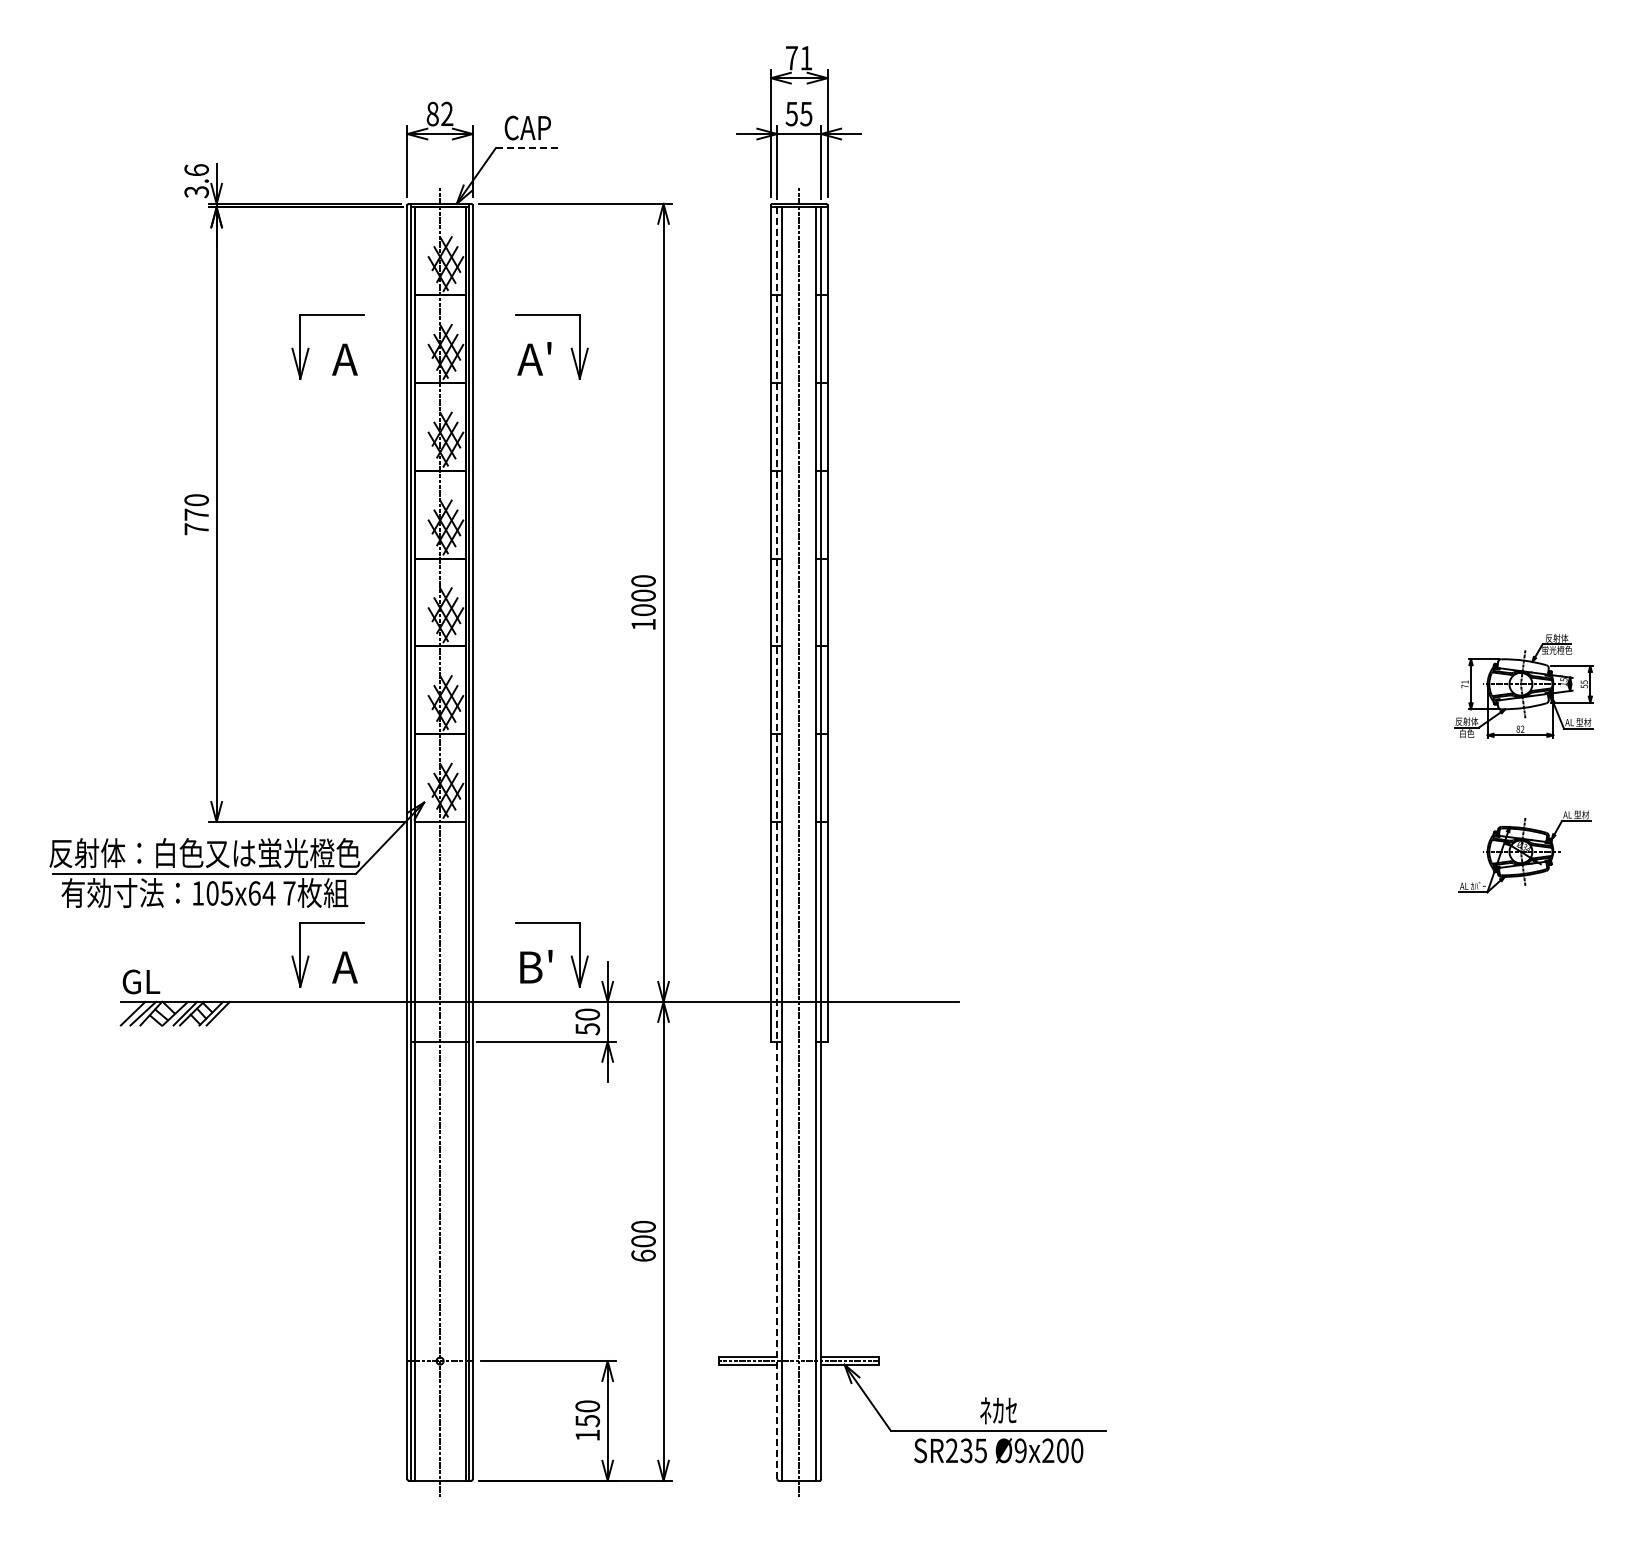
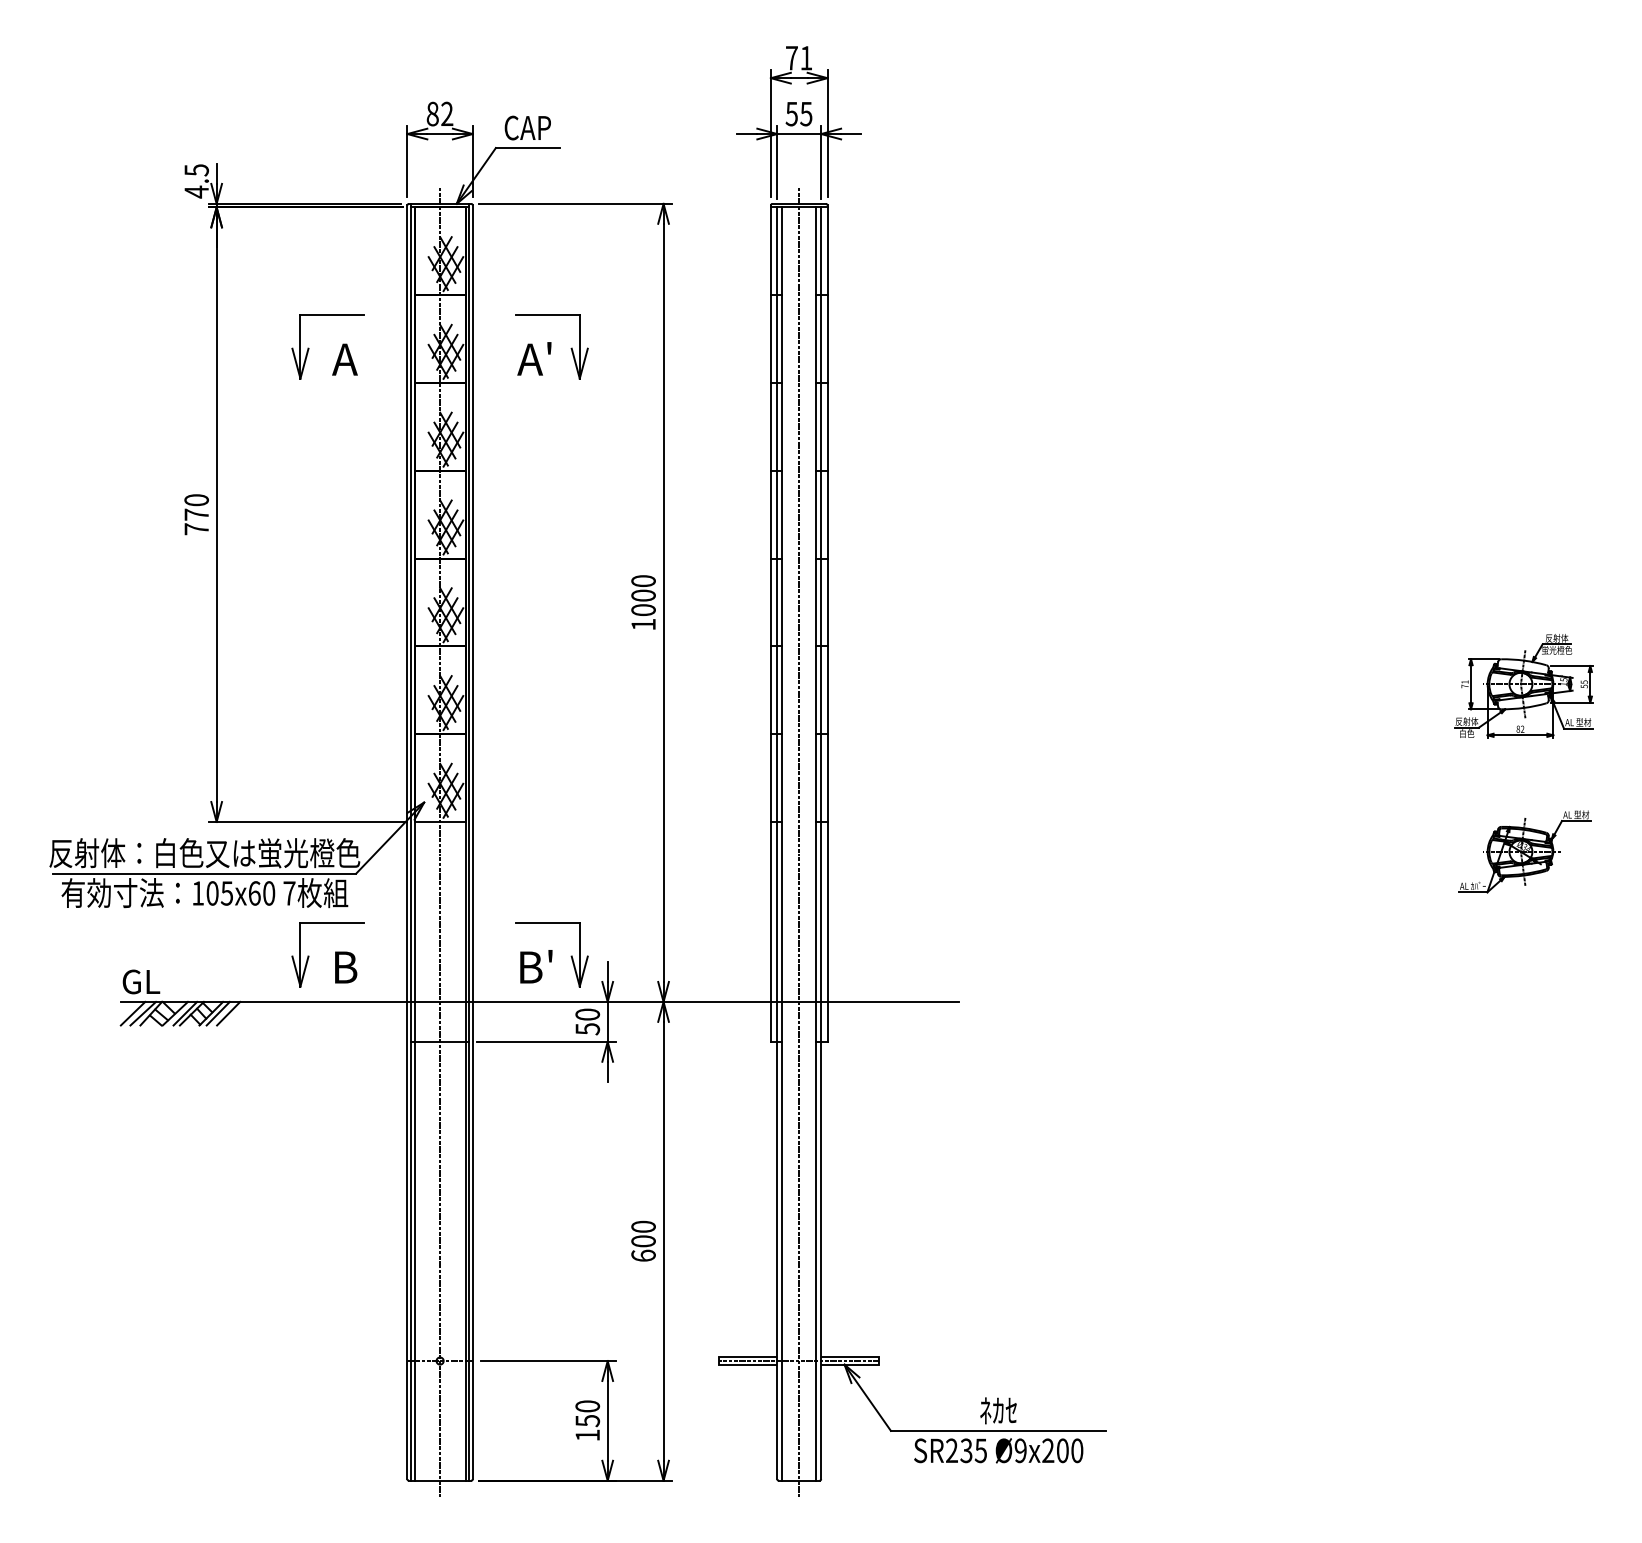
line at (527, 148): dashed -> solid
text at (196, 181): 3.6 -> 4.5
line at (777, 843): dashed -> solid
text at (268, 893): 105x64 -> 105x60
text at (344, 967): A -> B
line at (228, 1013): none -> present
